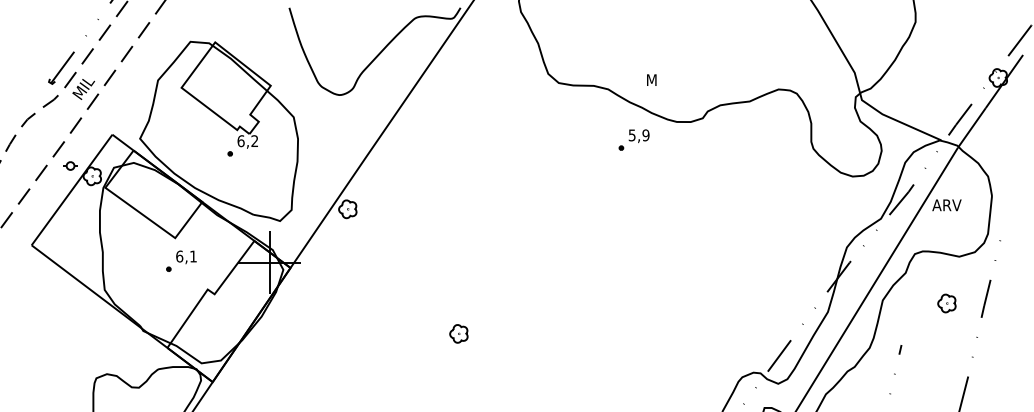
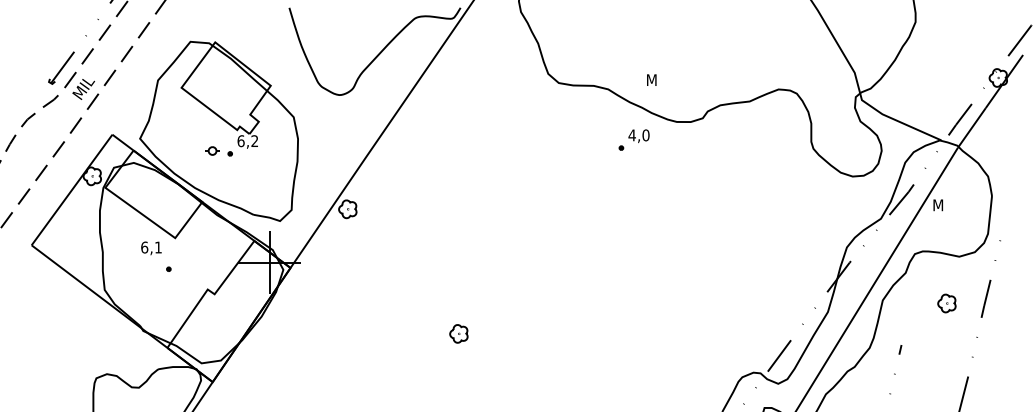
text at (638, 135): 5,9 -> 4,0
part at (70, 165) position: (70, 165) -> (212, 150)
text at (946, 205): ARV -> M
text at (186, 257) position: (186, 257) -> (151, 248)
